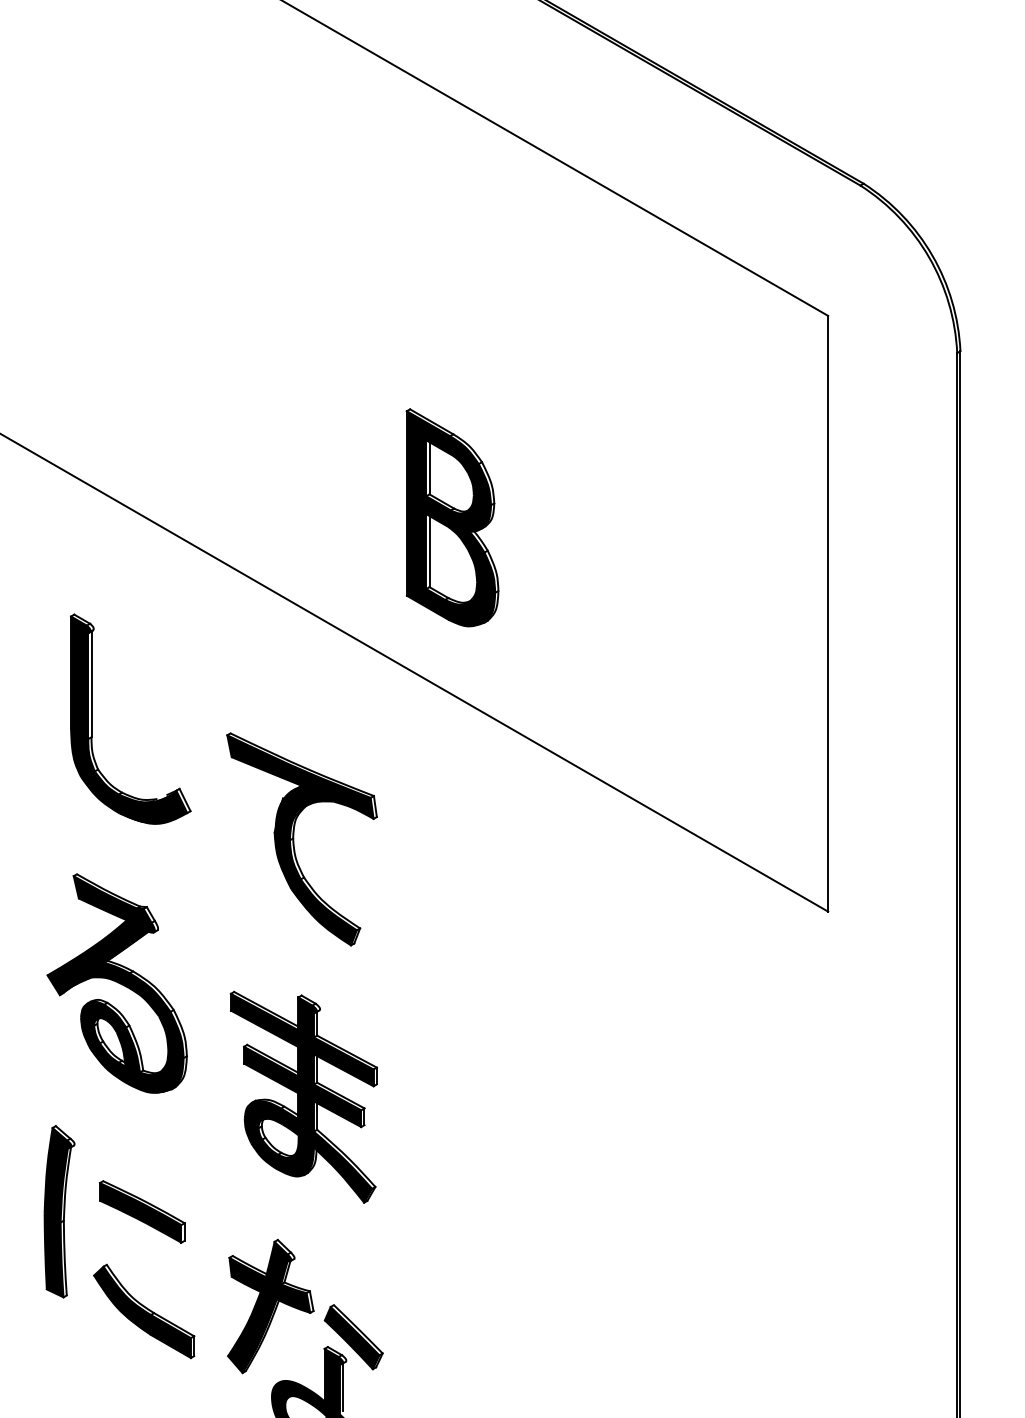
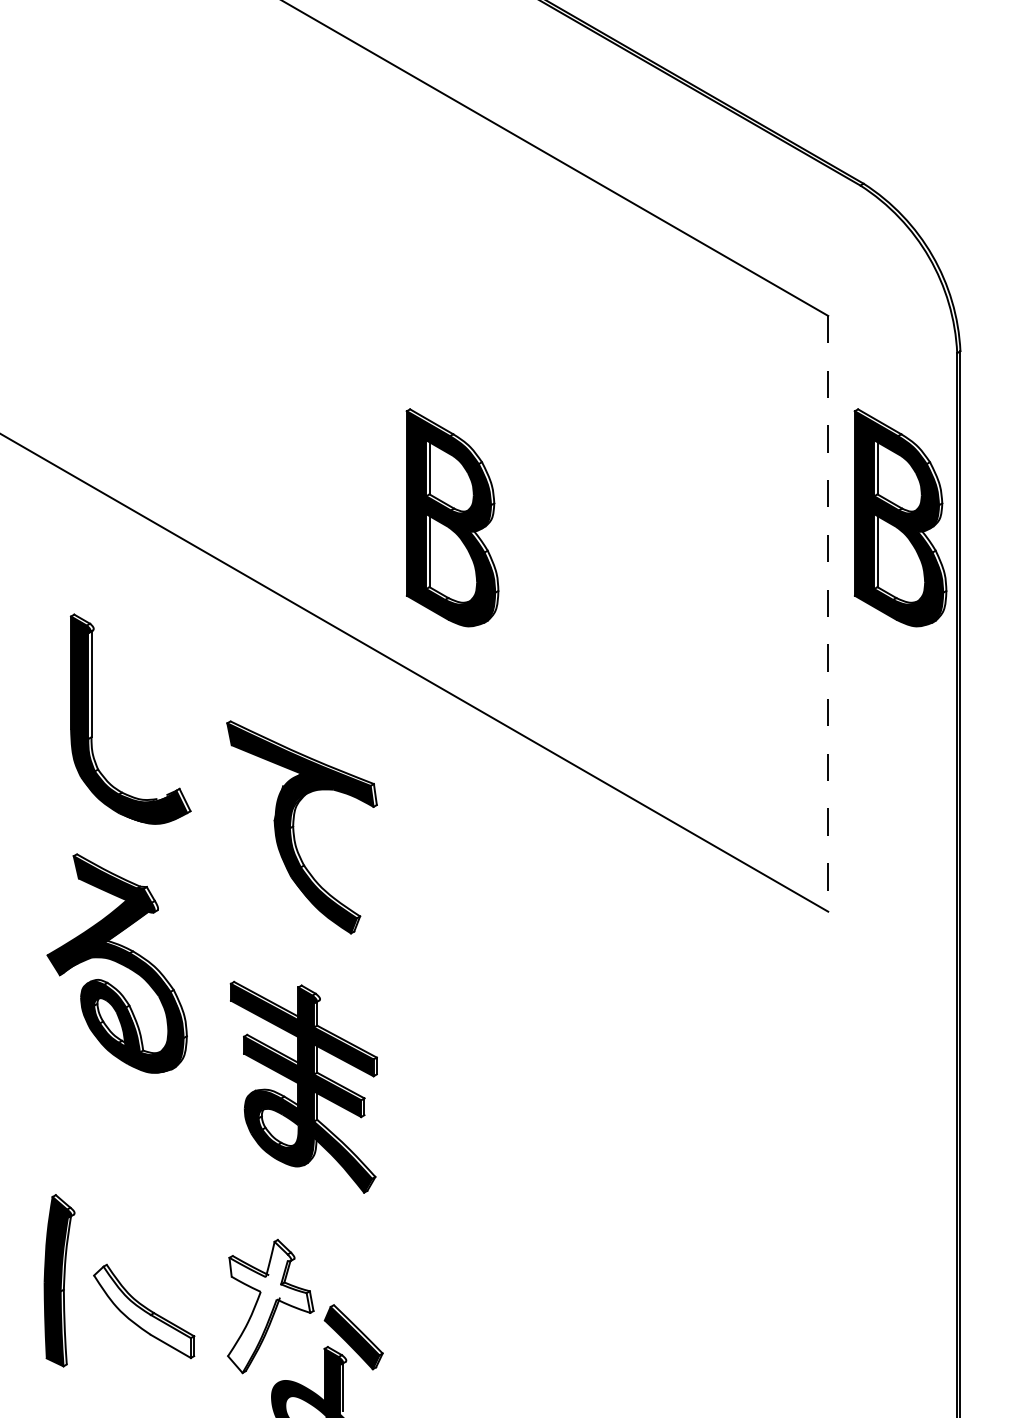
part at (900, 517): none -> present
line at (828, 613): solid -> dashed
part at (294, 839) position: (294, 839) -> (294, 827)
part at (116, 983) position: (116, 983) -> (116, 963)
part at (303, 1096) position: (303, 1096) -> (303, 1086)
part at (59, 1211) position: (59, 1211) -> (59, 1280)
part at (142, 1211): present -> none
fill at (269, 1307): present -> none
fill at (142, 1312): present -> none
